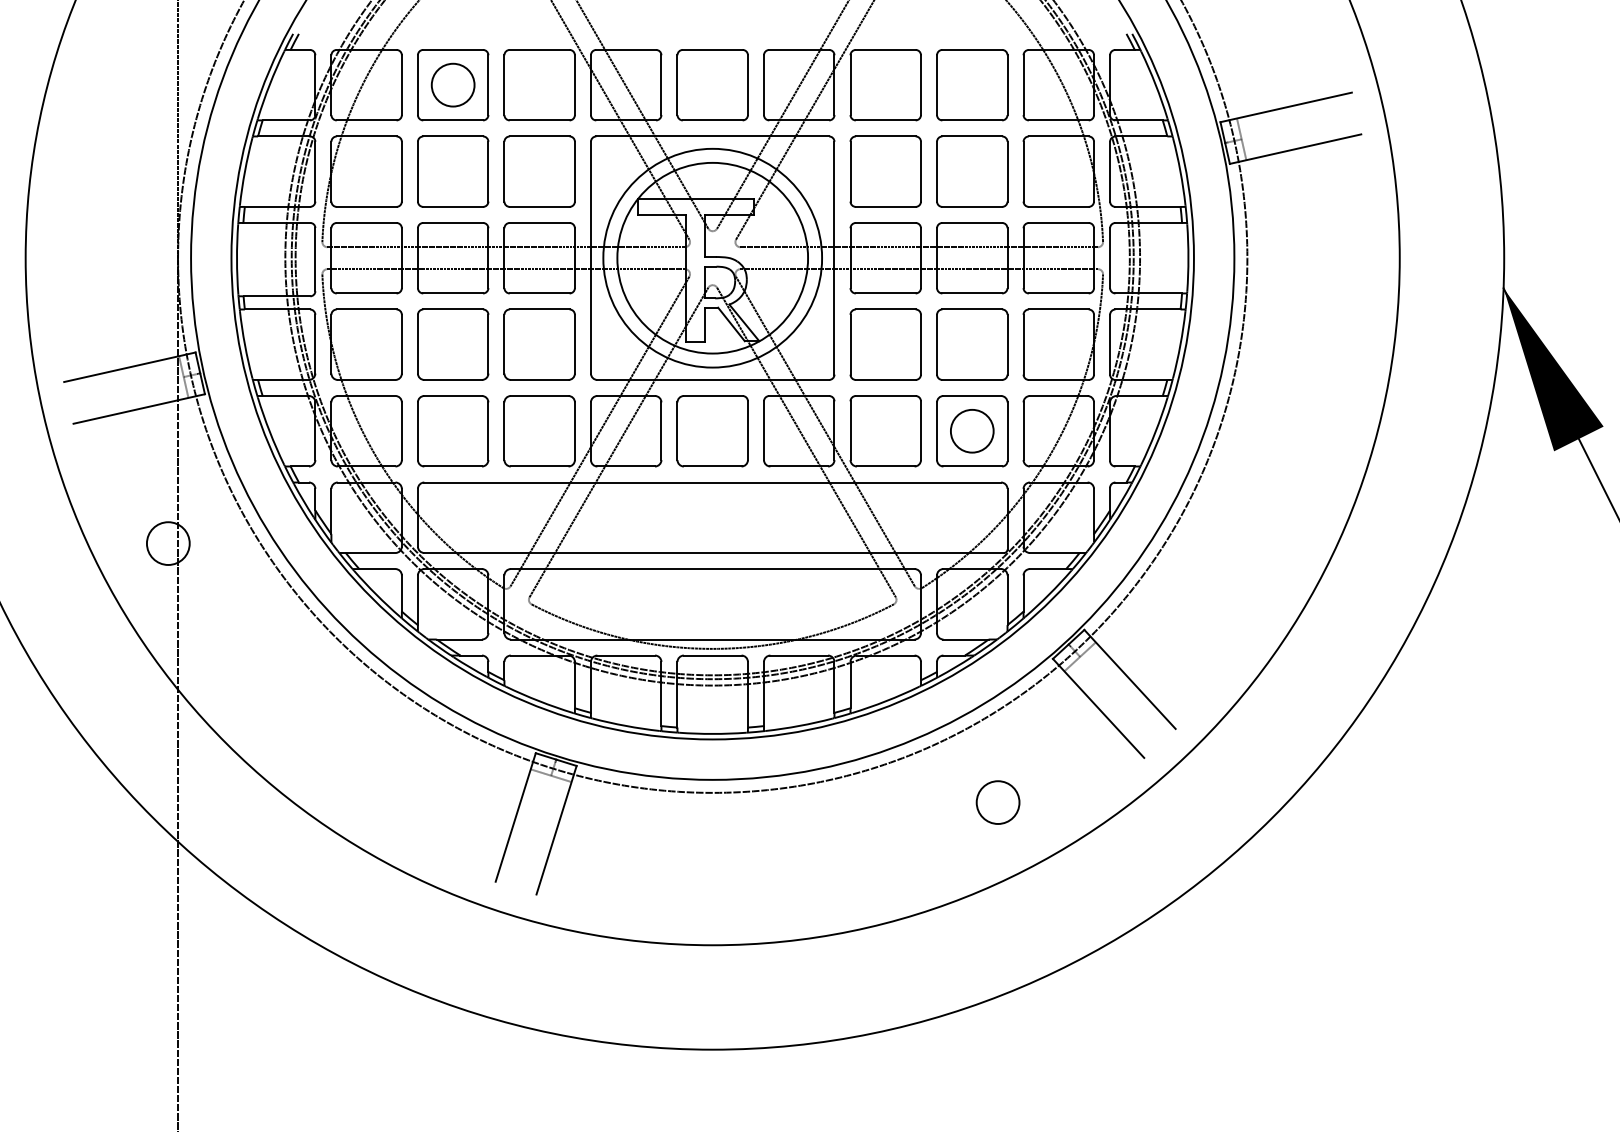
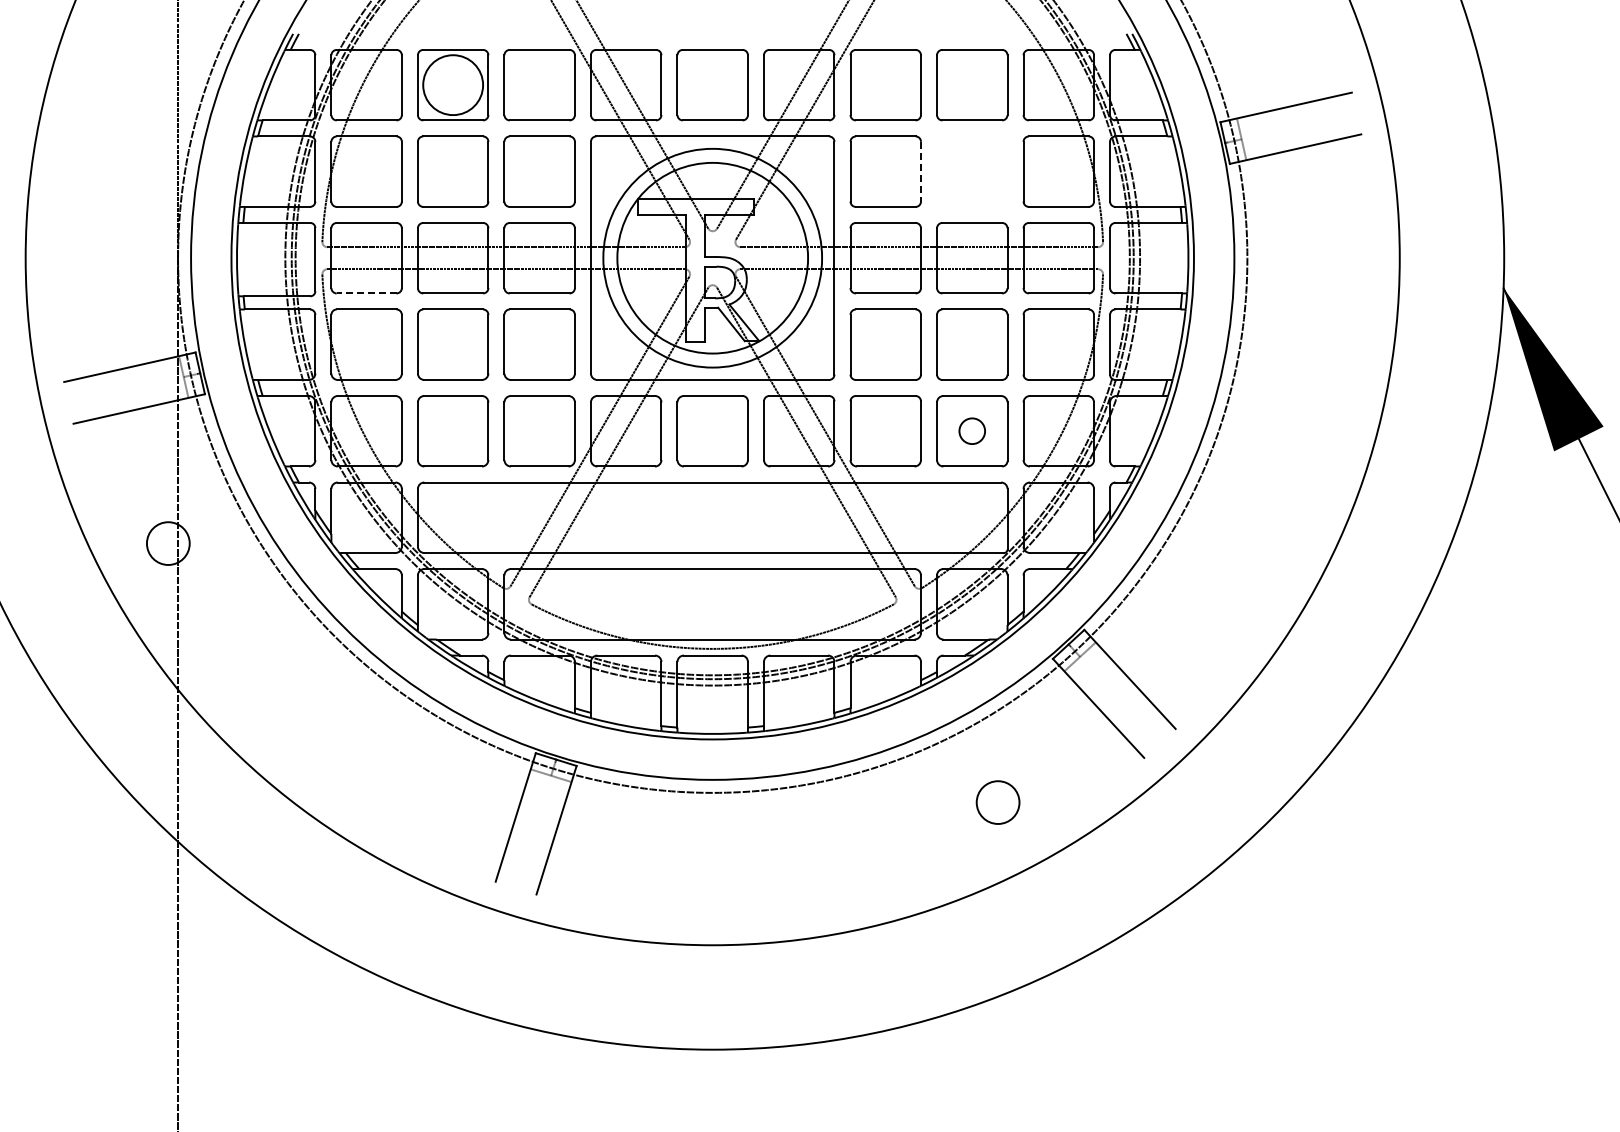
circle at (452, 84) diameter: 43 px -> 60 px
line at (921, 171): solid -> dashed
part at (972, 171): present -> none
line at (366, 293): solid -> dashed
circle at (971, 430) diameter: 43 px -> 26 px
